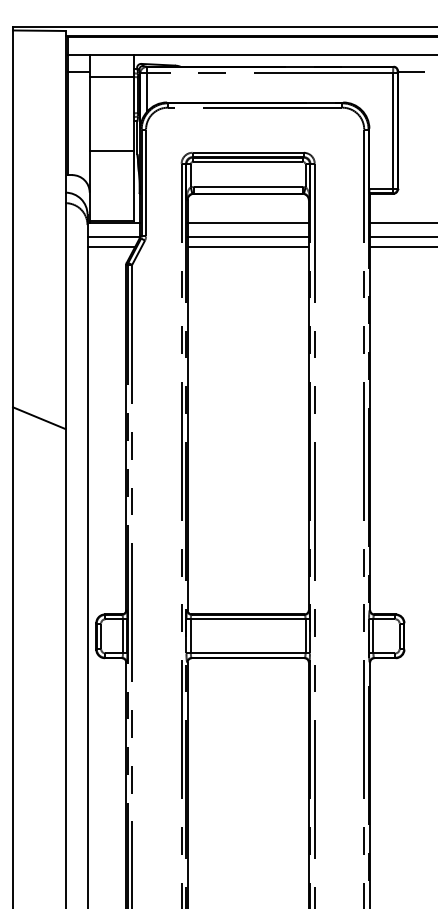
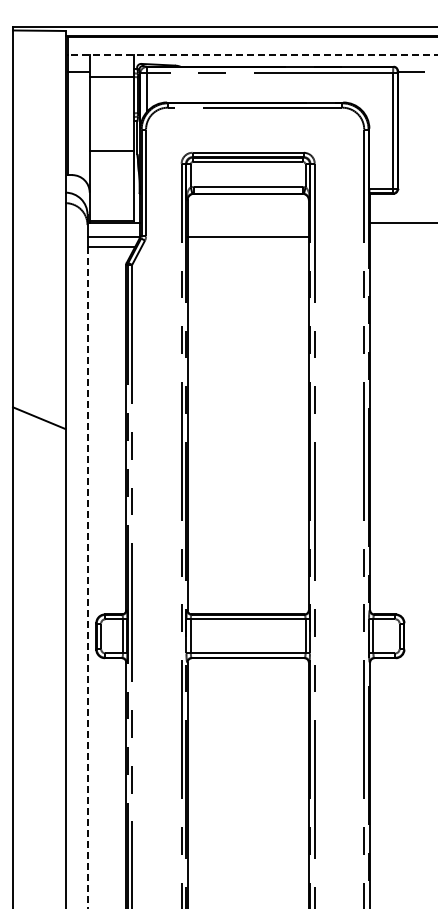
line at (252, 54): solid -> dashed
line at (247, 223): present -> none
line at (402, 236): present -> none
line at (247, 246): present -> none
line at (402, 246): present -> none
line at (87, 577): solid -> dashed
